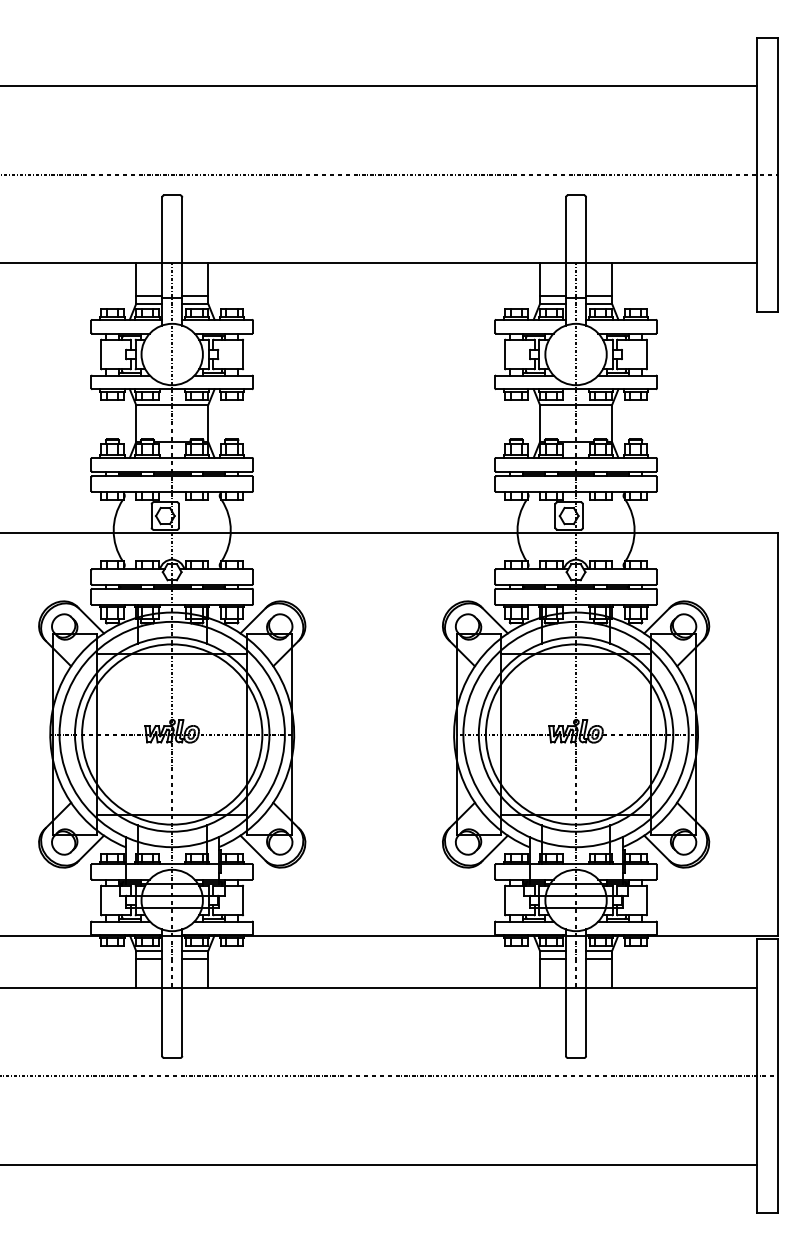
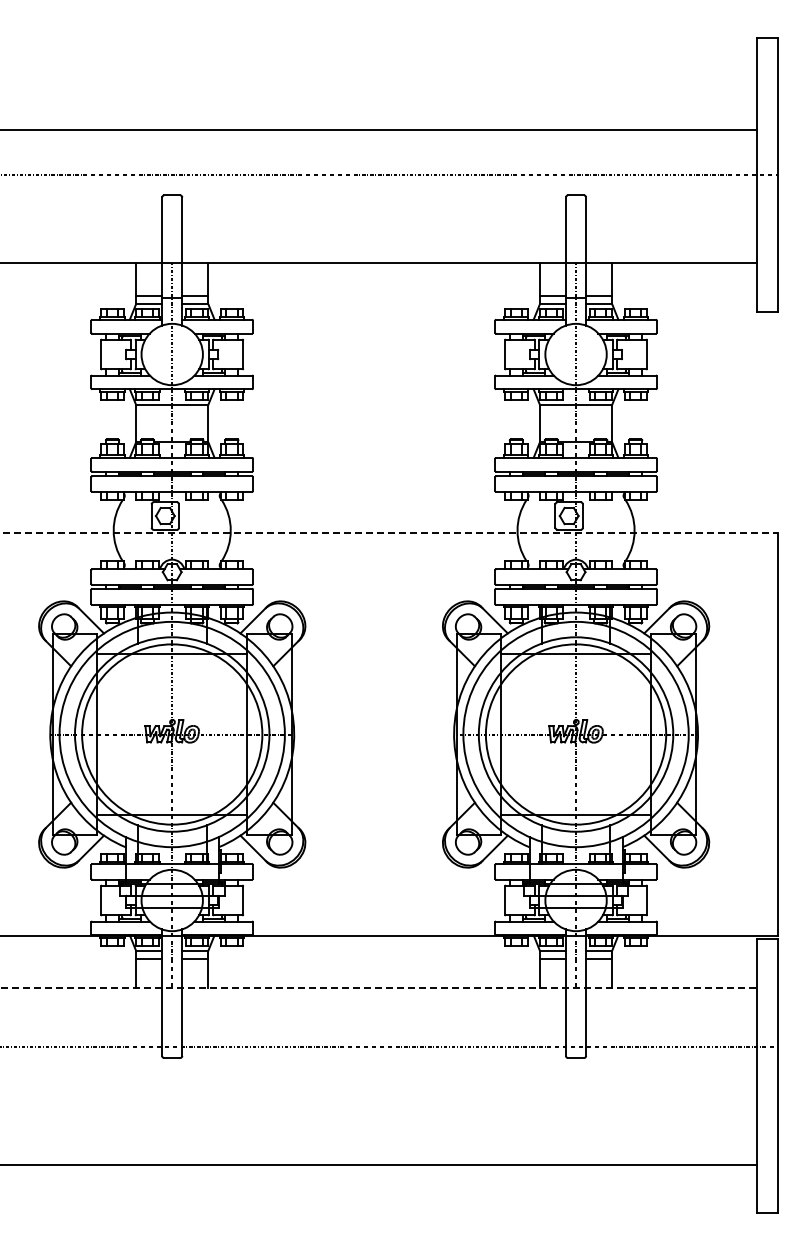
line at (379, 86) position: (379, 86) -> (379, 130)
line at (389, 532): solid -> dashed
line at (379, 987): solid -> dashed
line at (389, 1076) position: (389, 1076) -> (389, 1047)
